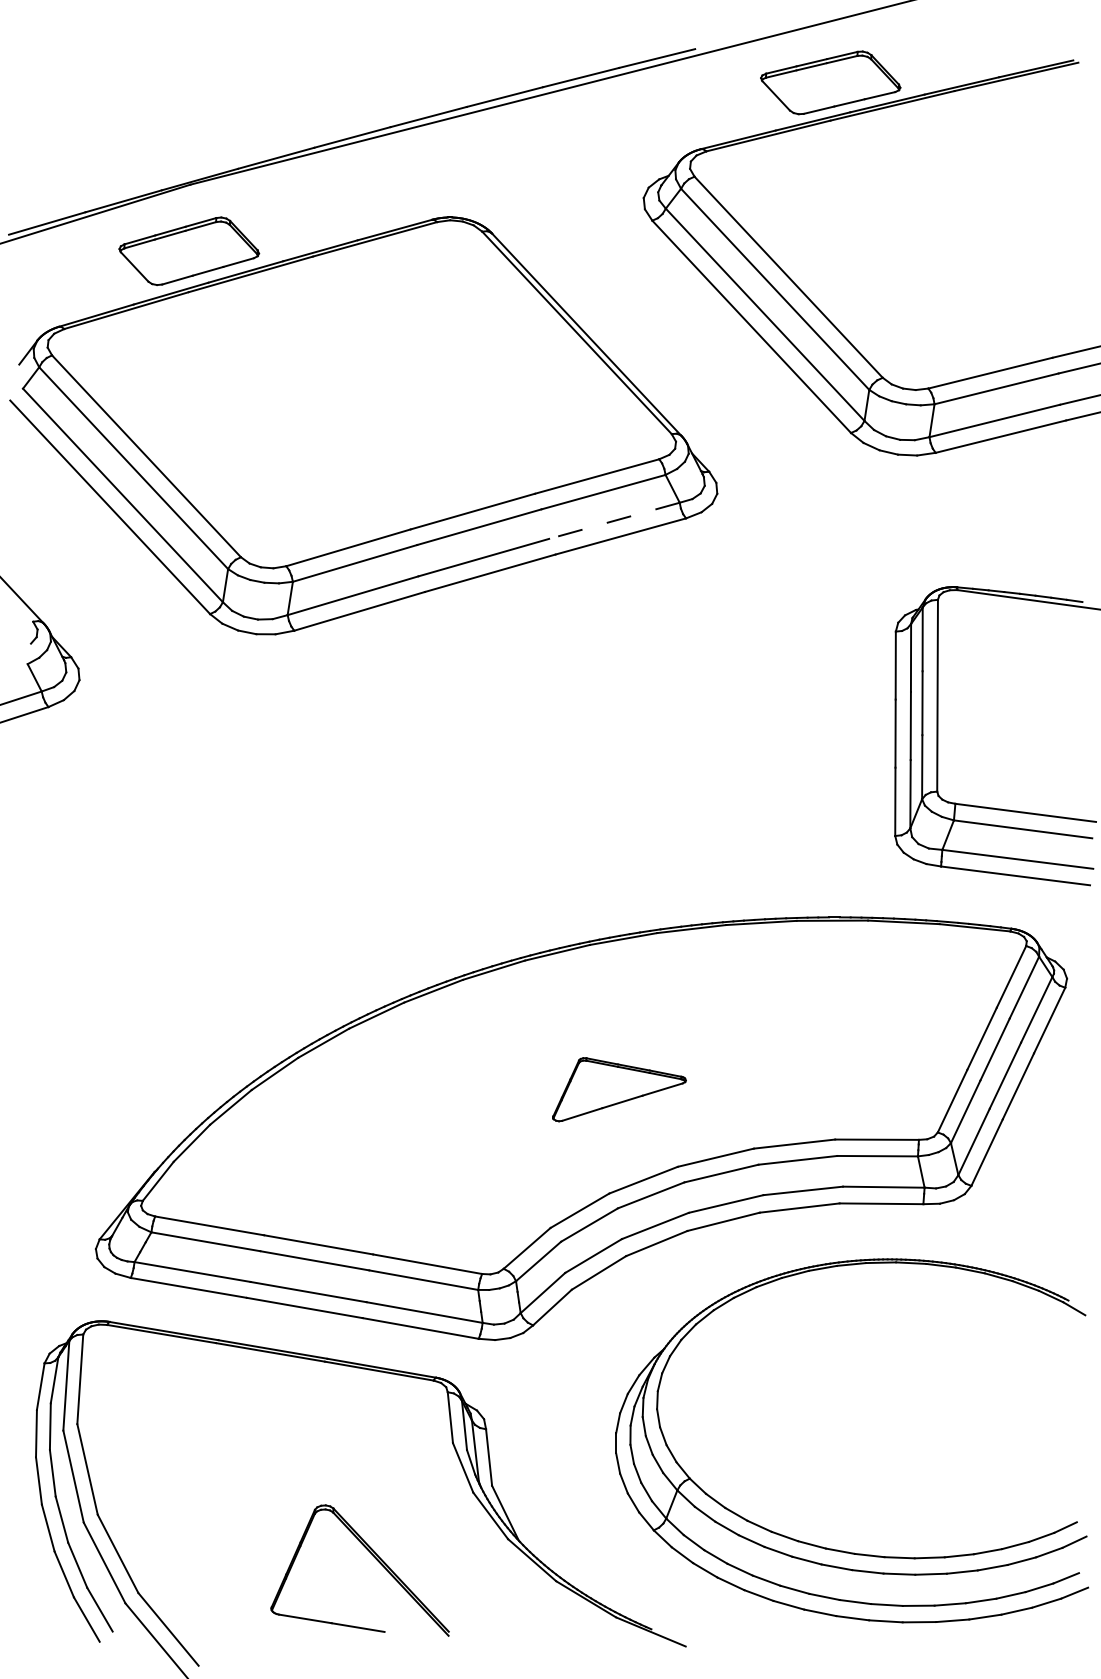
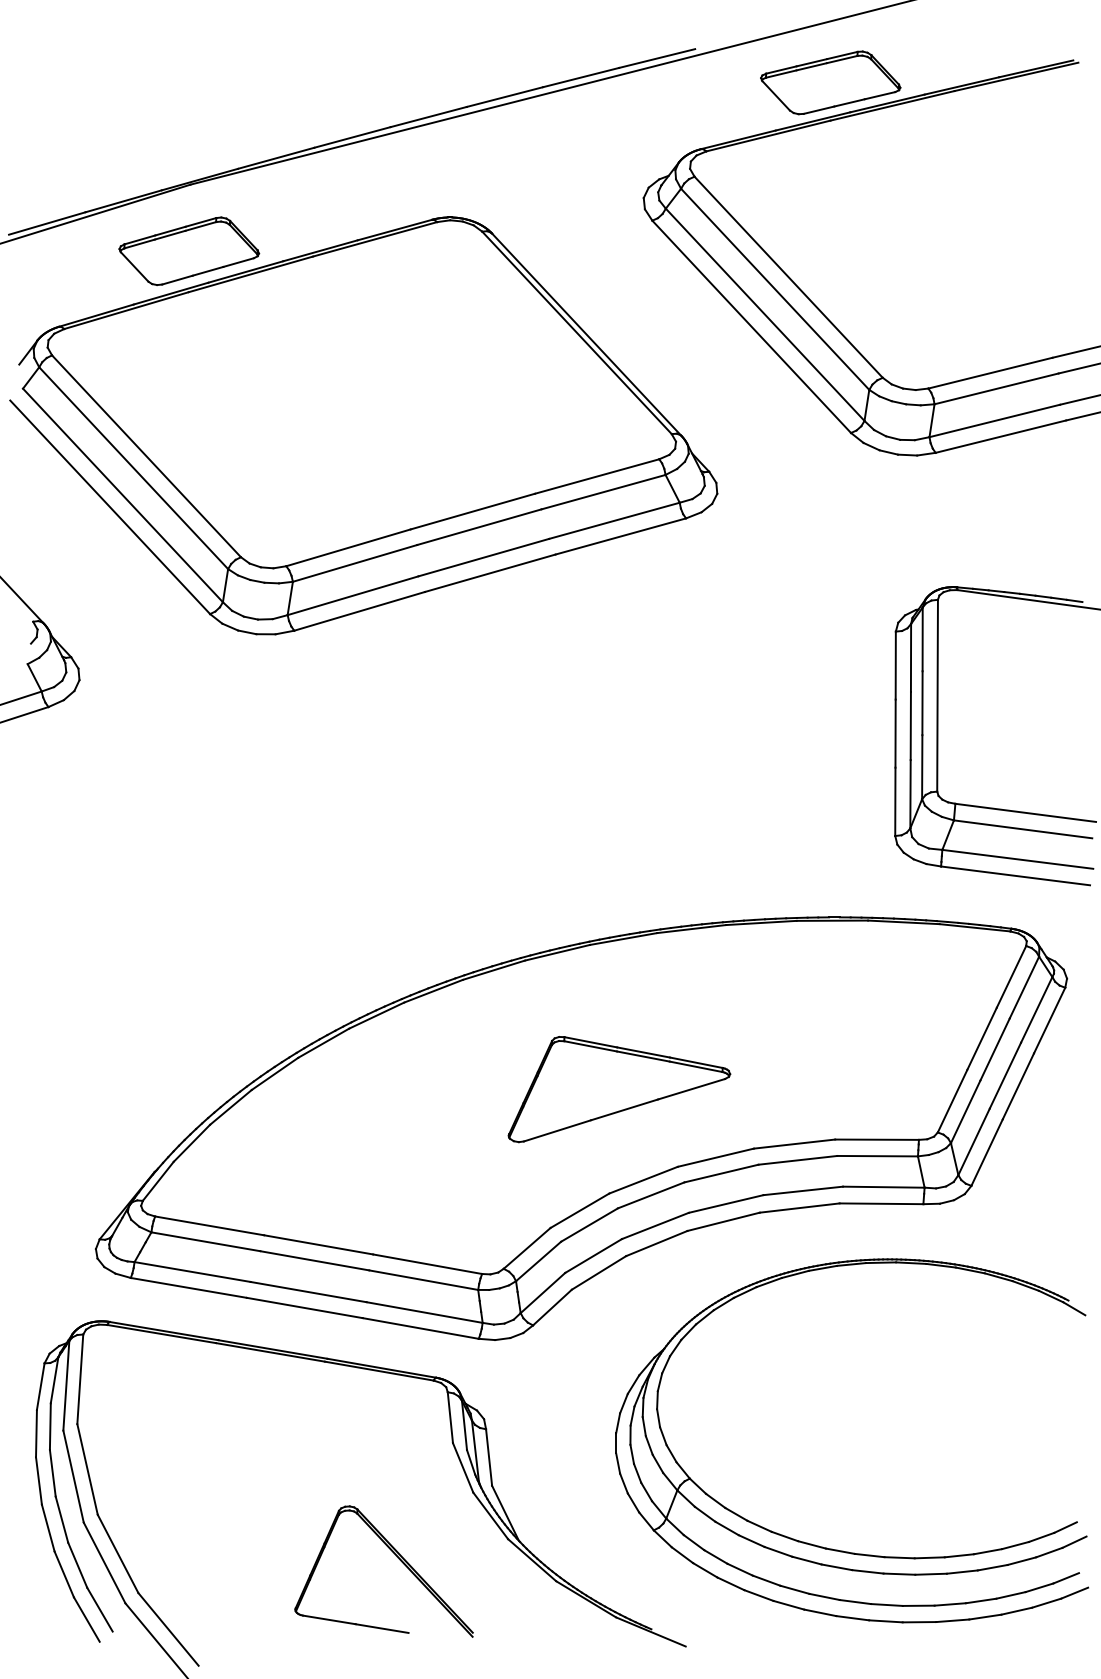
line at (614, 520): dashed -> solid
part at (619, 1089) size: 135x66 px -> 225x108 px
part at (374, 1558) position: (374, 1558) -> (398, 1559)
